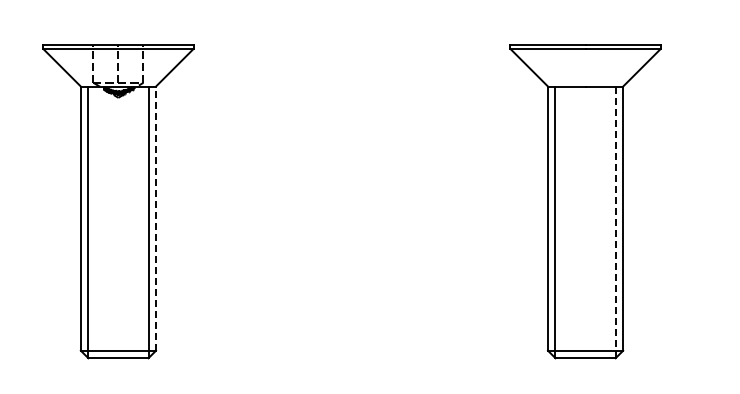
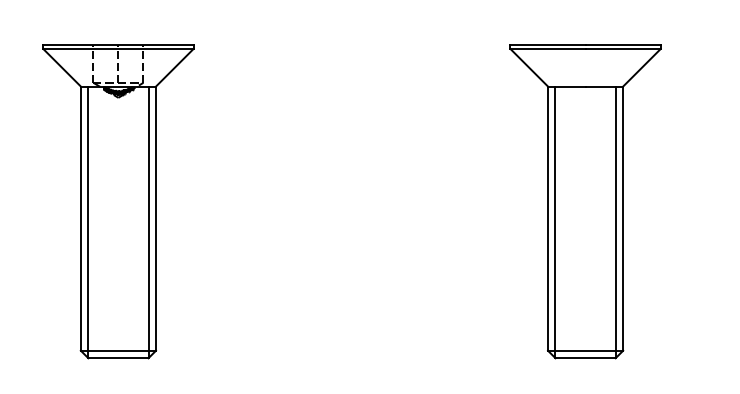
line at (156, 218): dashed -> solid
line at (616, 222): dashed -> solid
